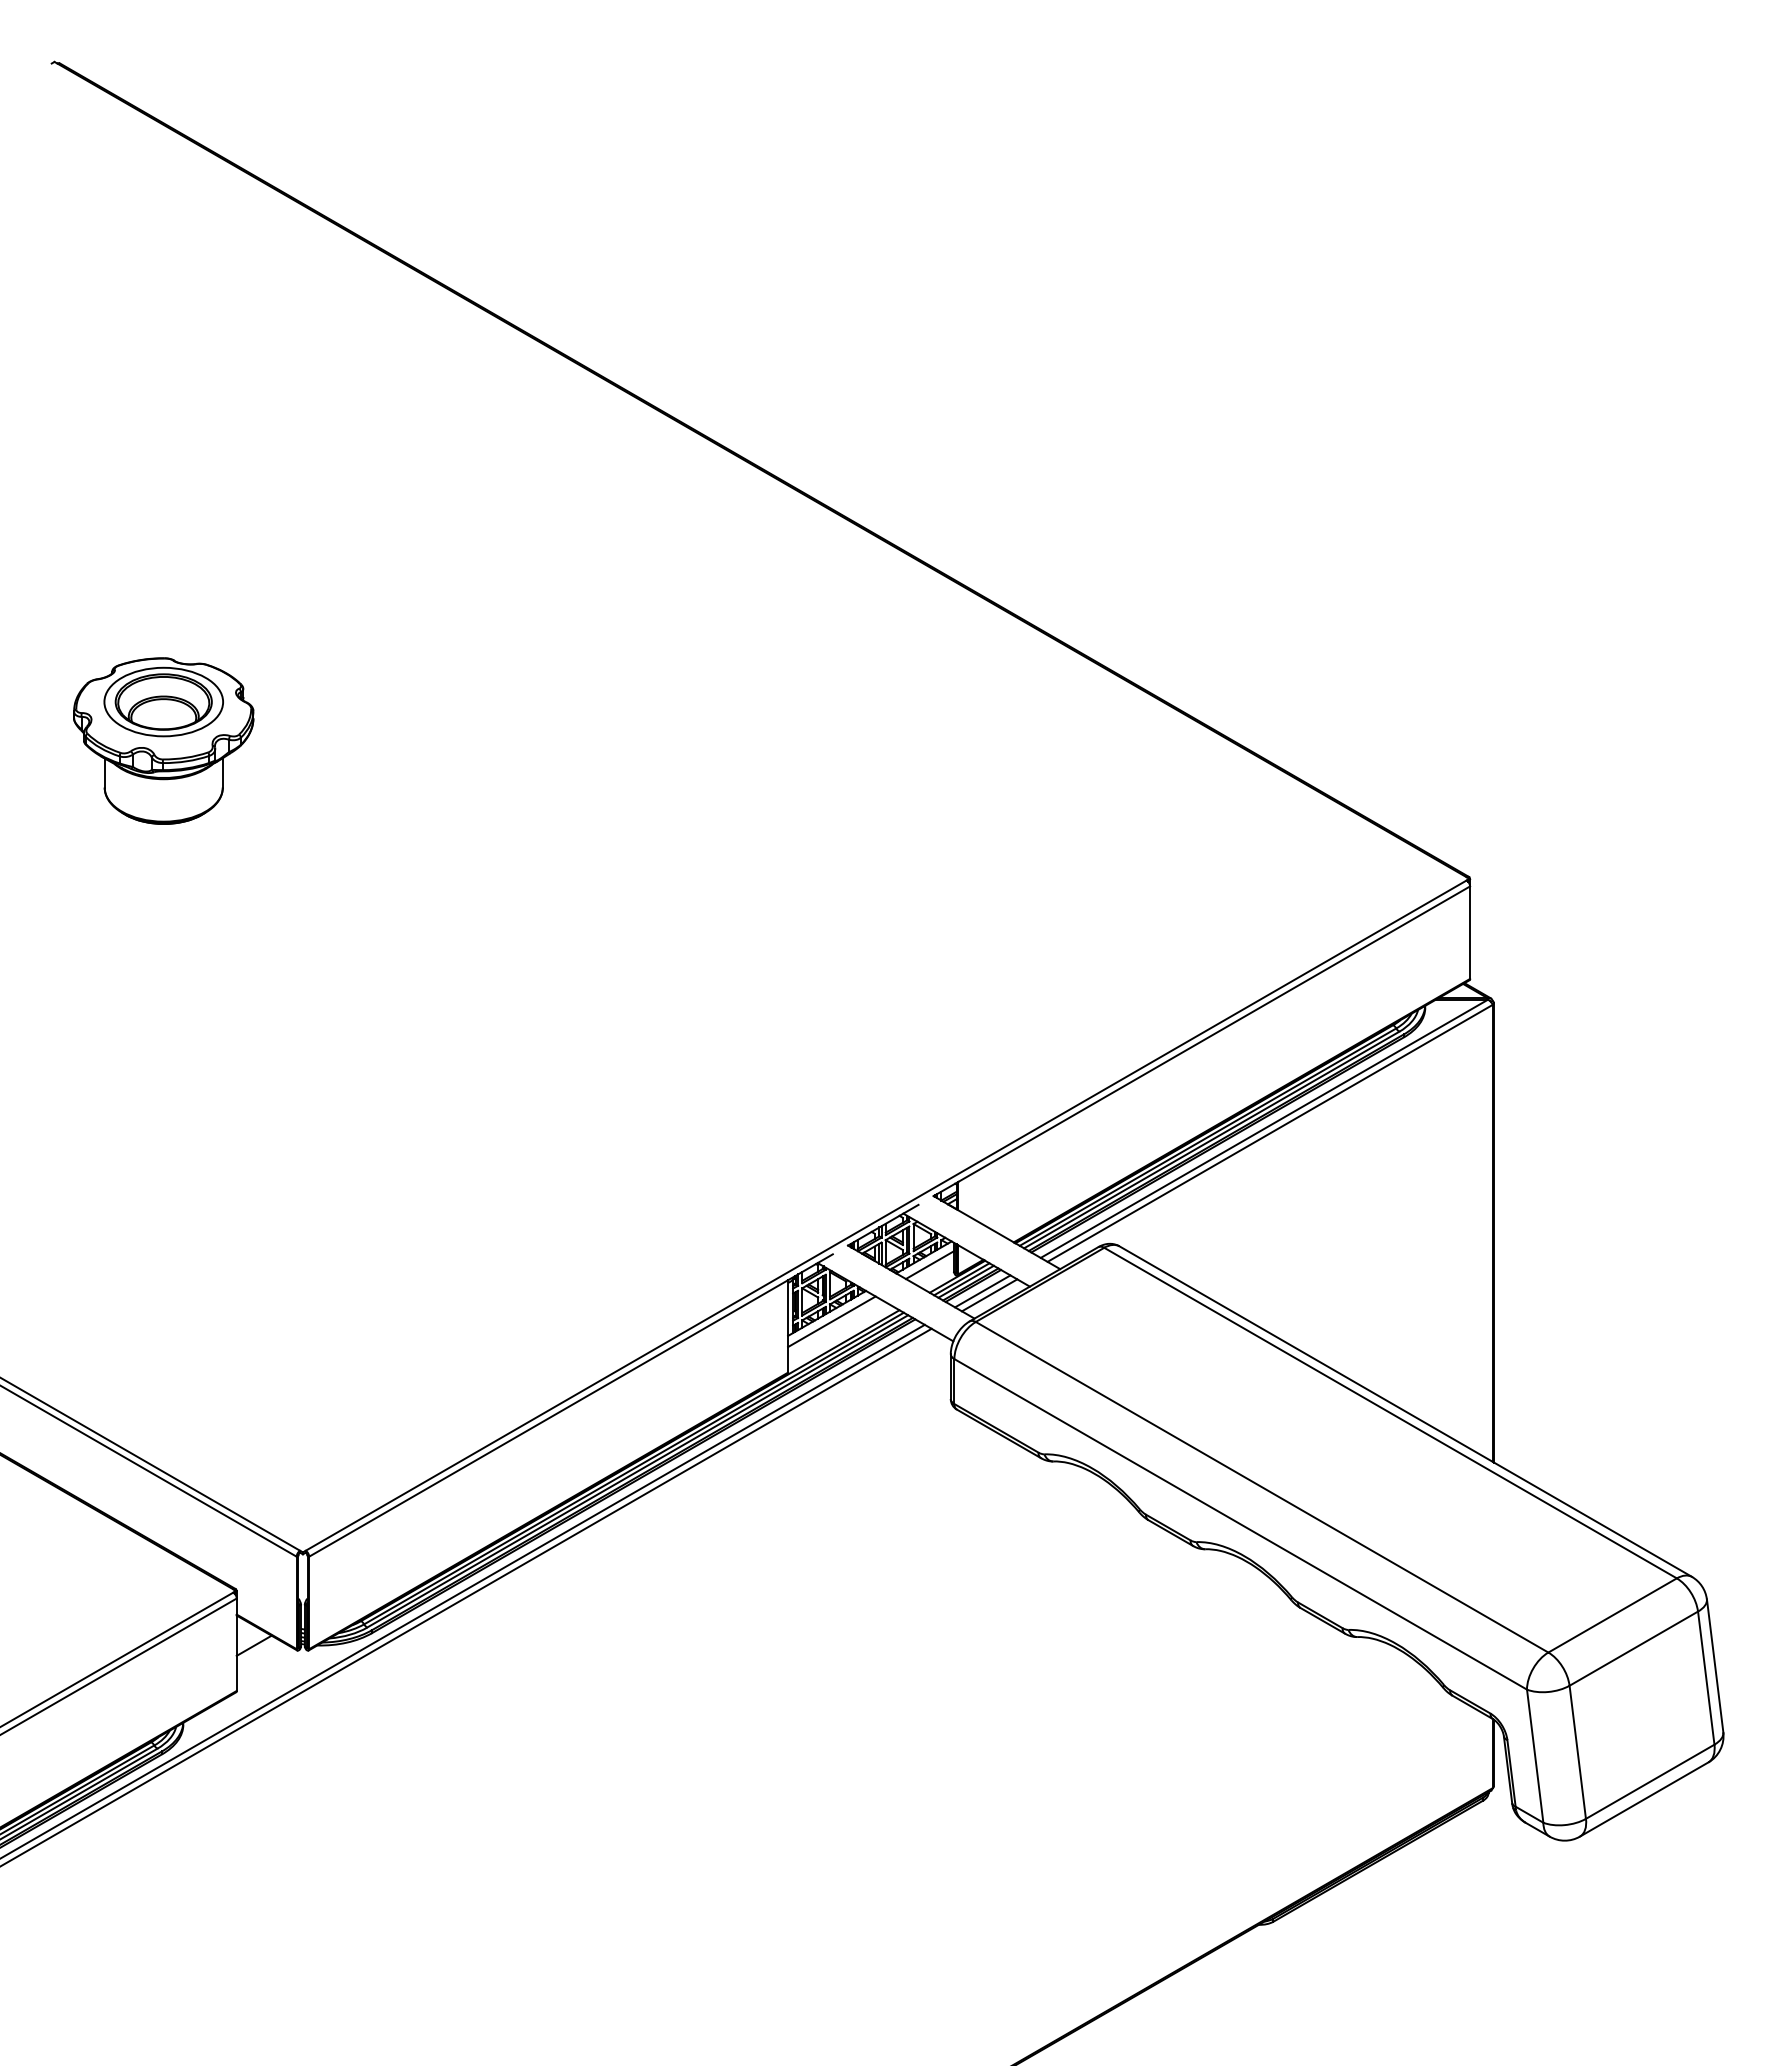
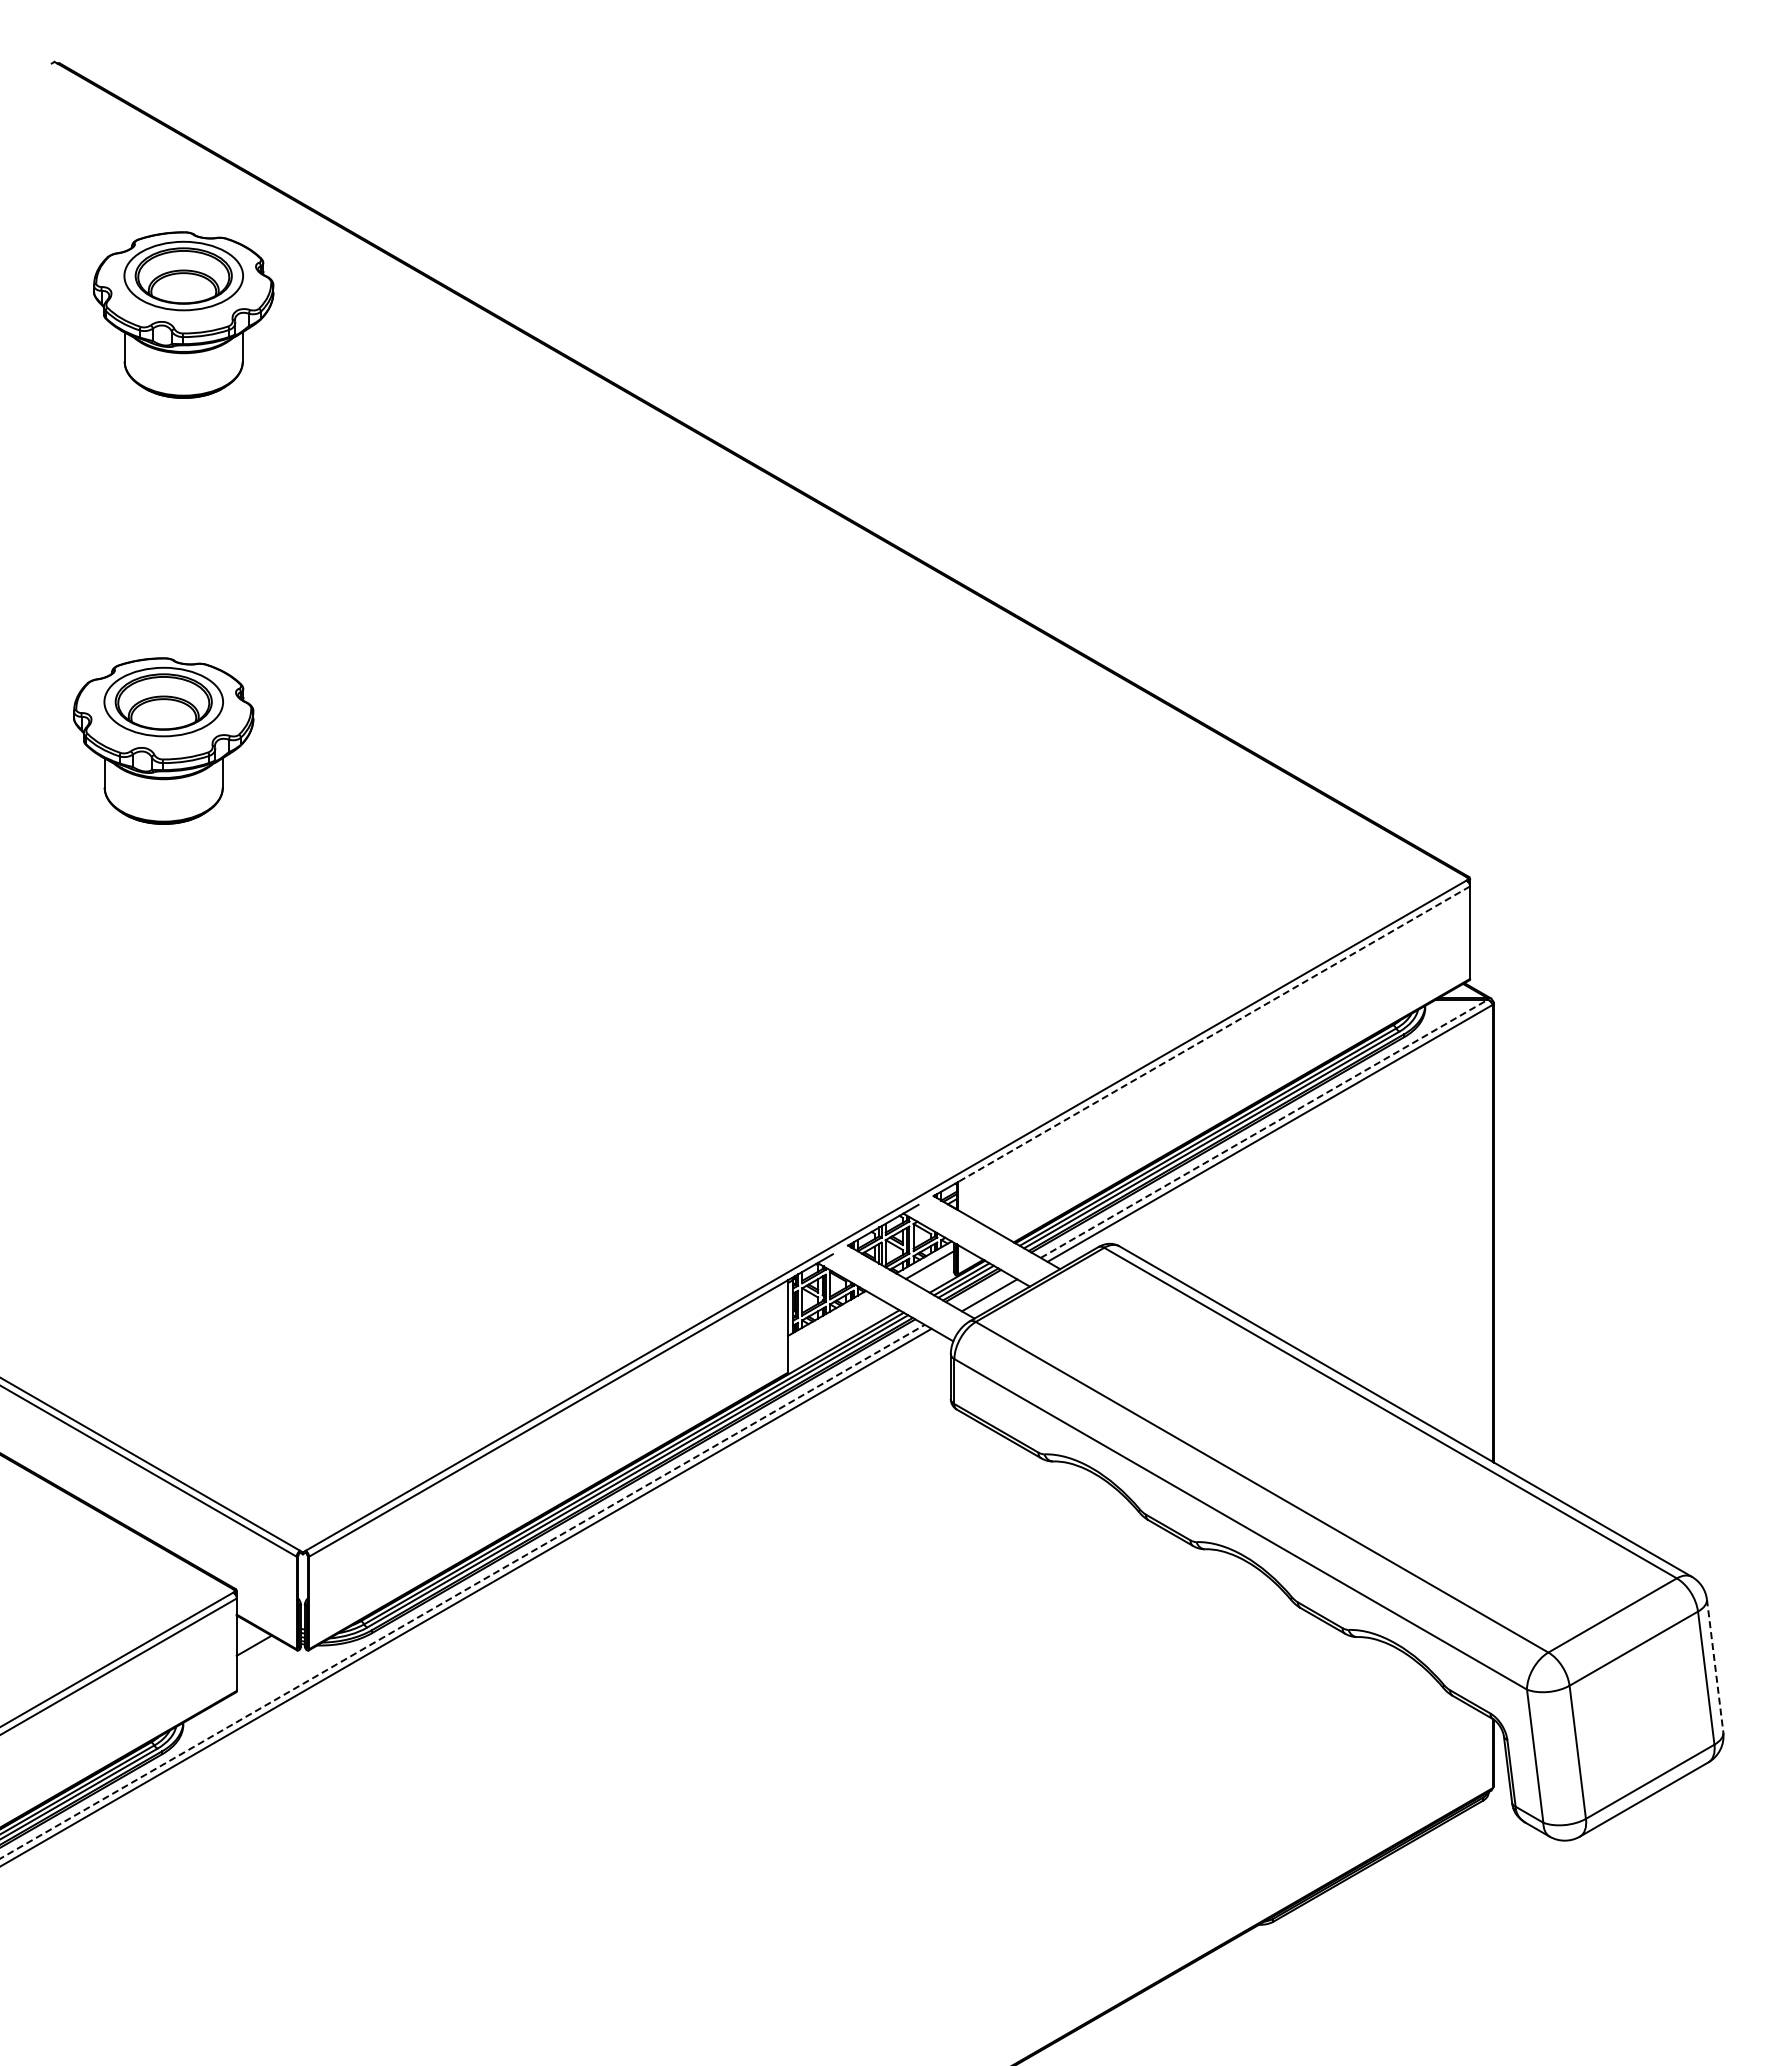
part at (183, 314): none -> present
line at (1213, 1034): solid -> dashed
line at (1264, 1128): solid -> dashed
line at (982, 1291): present -> none
line at (831, 1321): present -> none
line at (462, 1591): solid -> dashed
line at (1715, 1666): solid -> dashed
